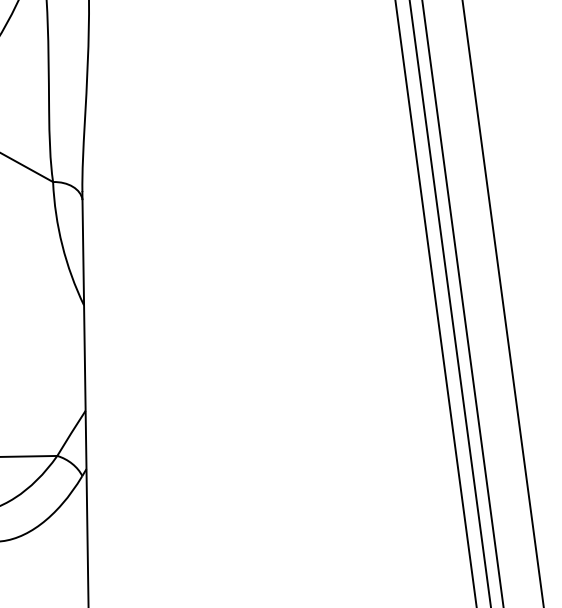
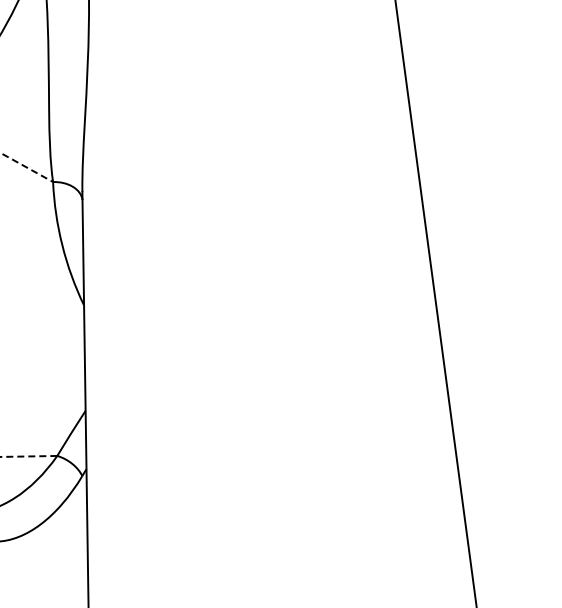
line at (26, 167): solid -> dashed
line at (449, 303): present -> none
line at (462, 303): present -> none
line at (502, 303): present -> none
line at (28, 456): solid -> dashed
